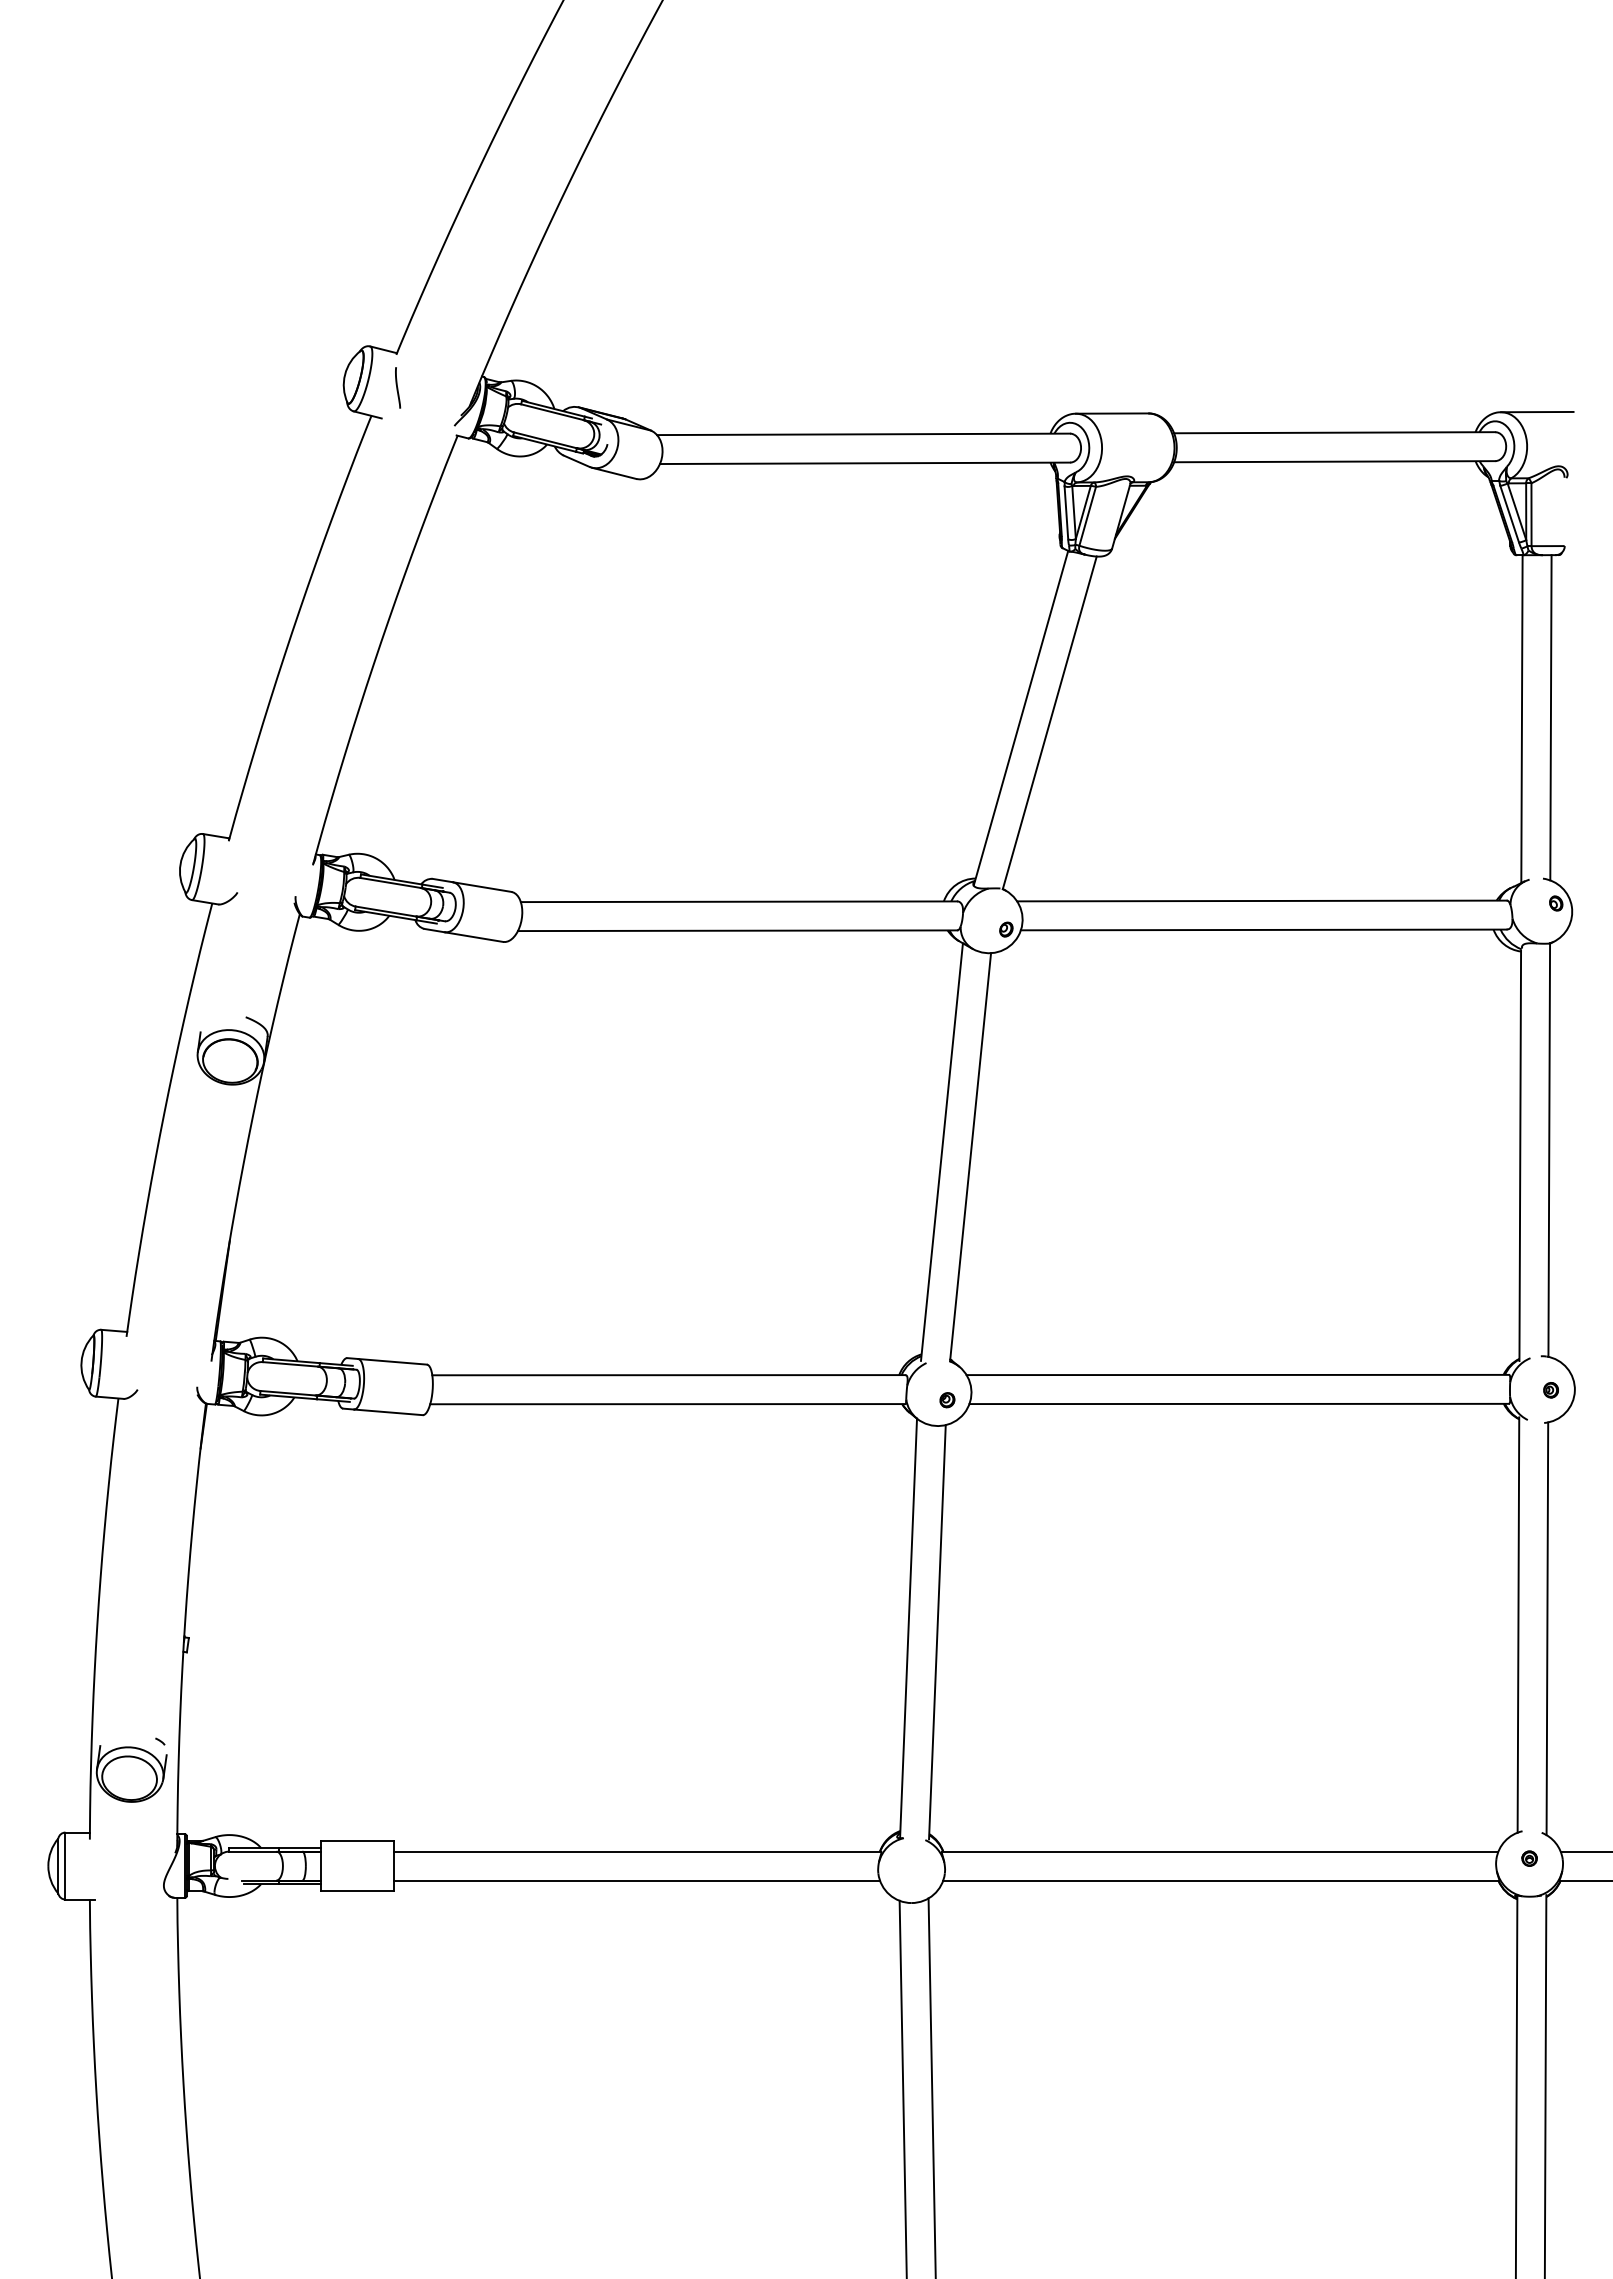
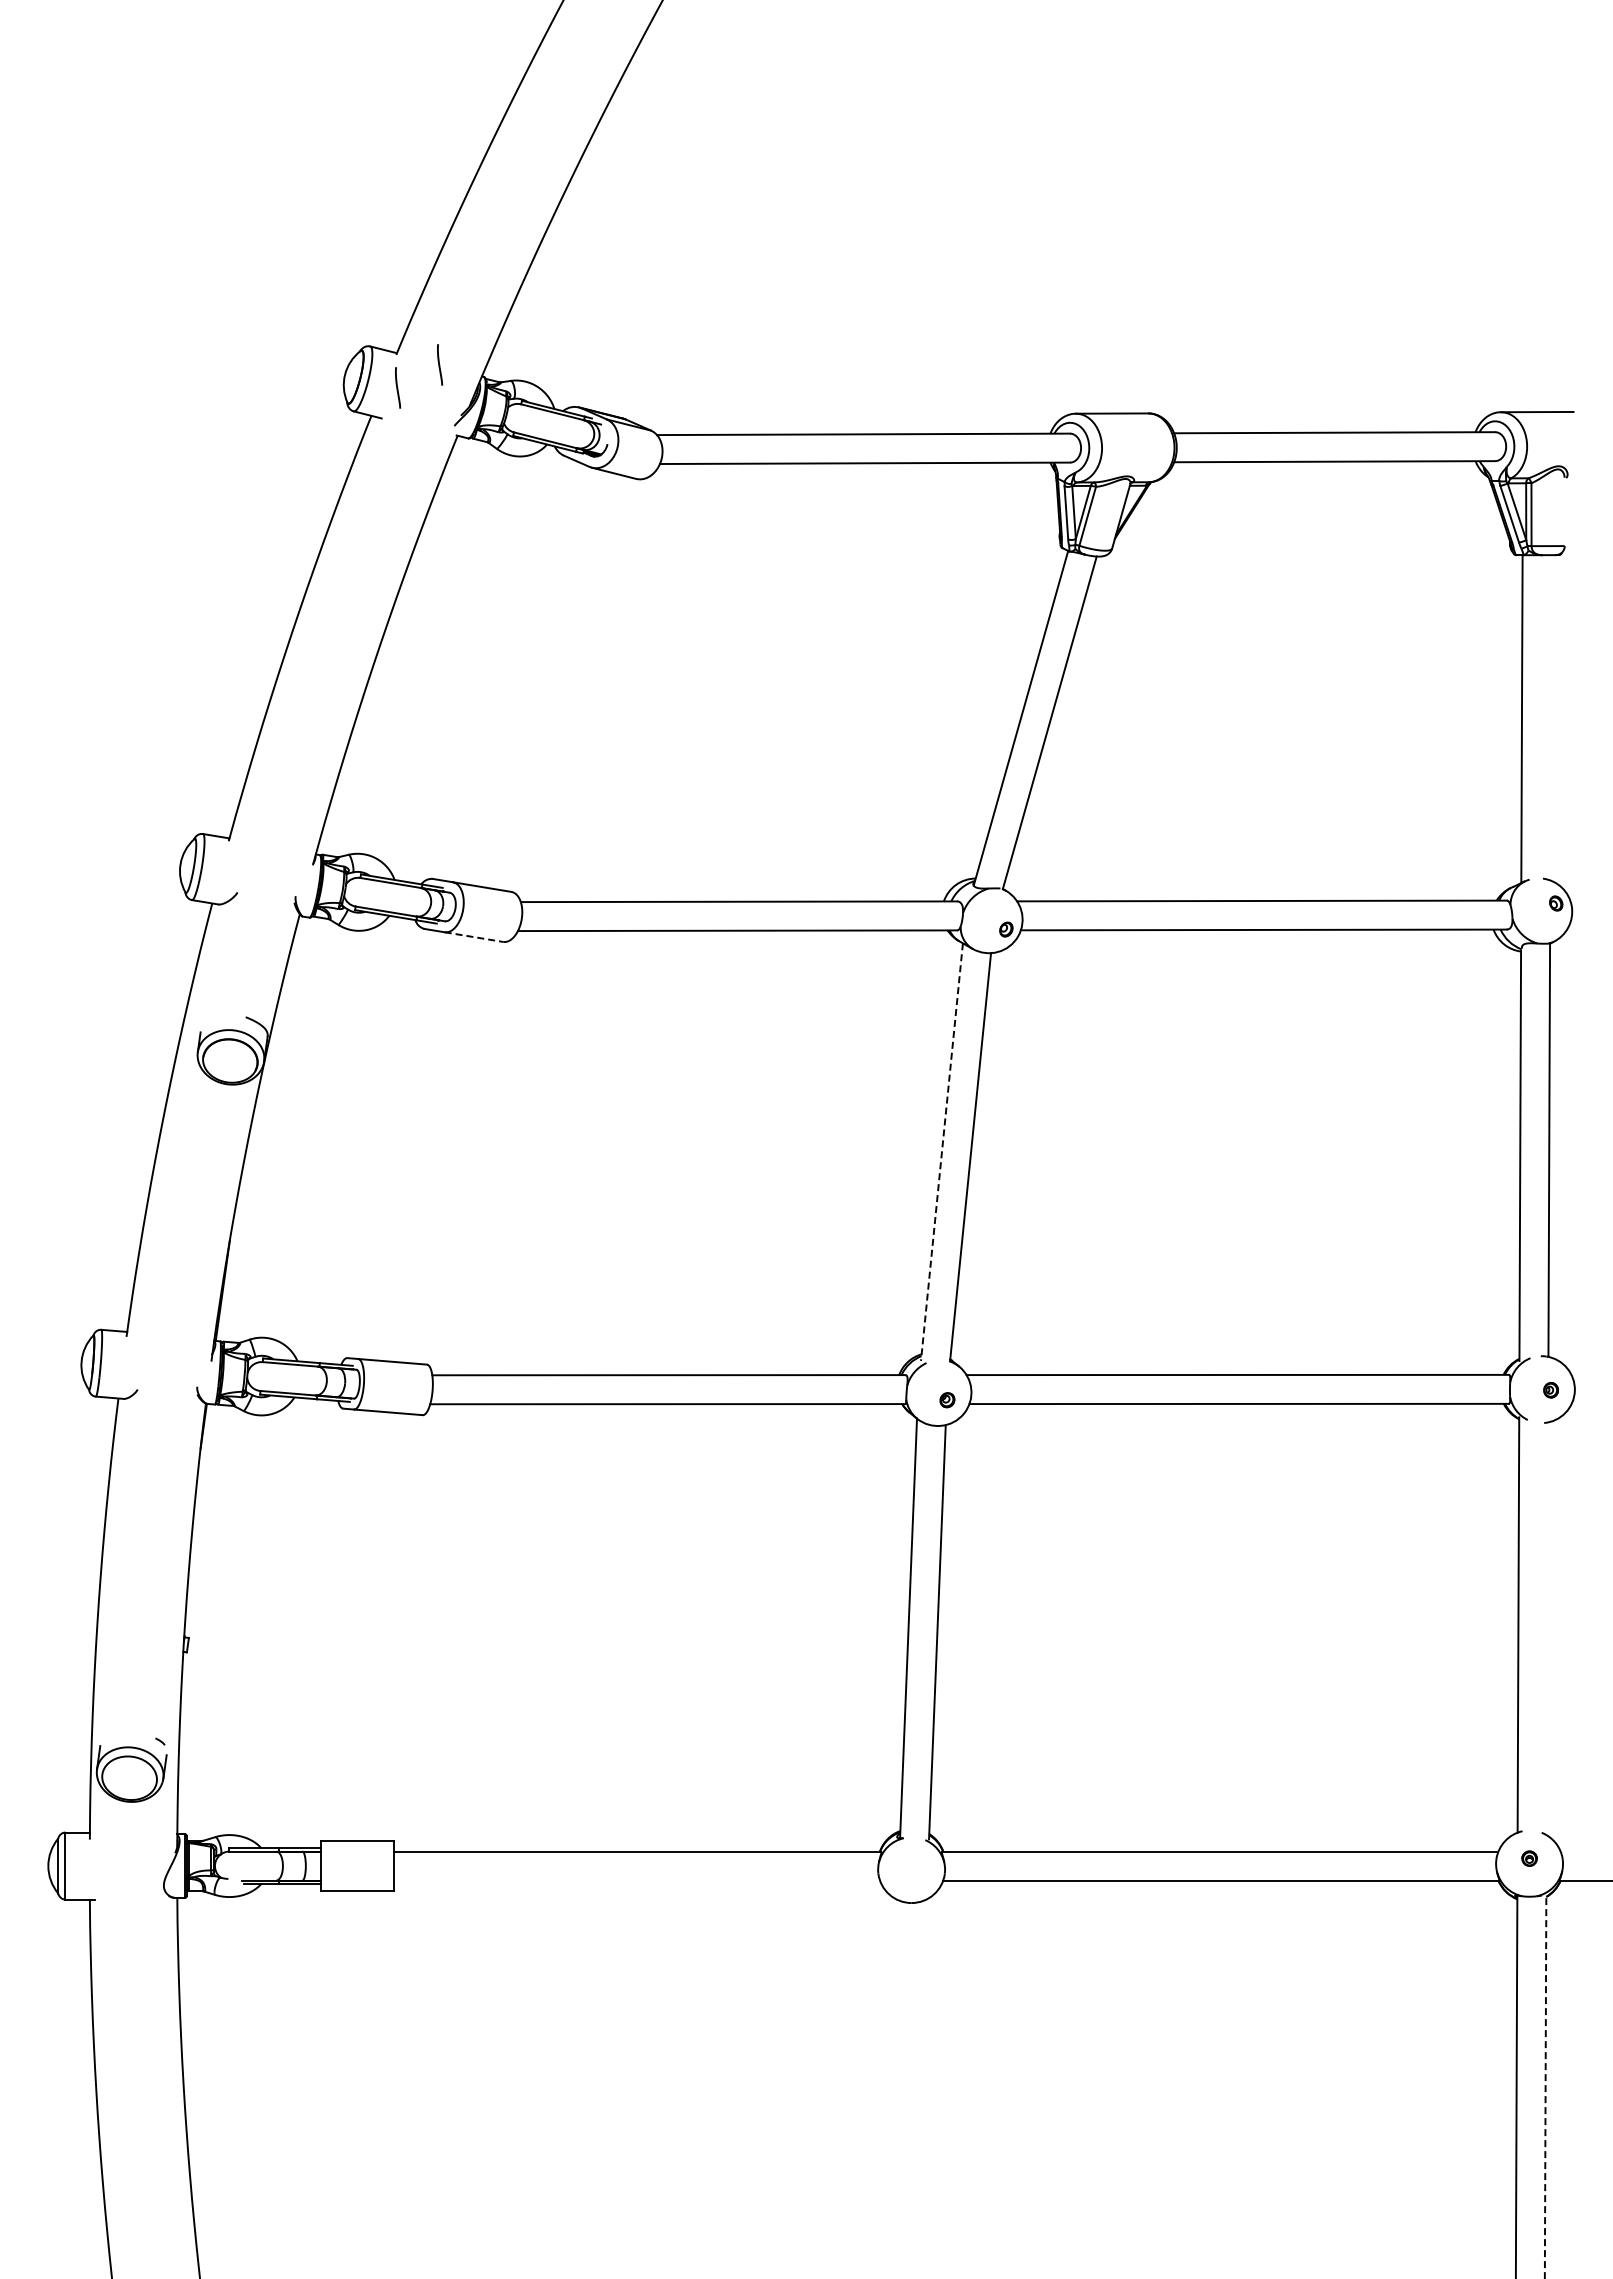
line at (440, 364): none -> present
line at (1550, 717): present -> none
line at (474, 937): solid -> dashed
line at (941, 1152): solid -> dashed
line at (1547, 1628): present -> none
line at (1584, 1851): present -> none
line at (636, 1880): present -> none
line at (931, 2086): present -> none
line at (1545, 2086): solid -> dashed
line at (902, 2087): present -> none
